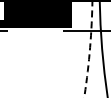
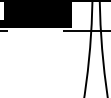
arc at (89, 48): dashed -> solid
